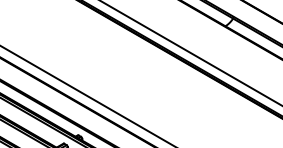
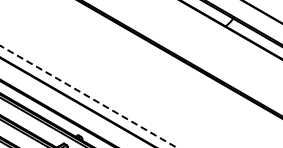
line at (191, 53): present -> none
line at (88, 96): solid -> dashed
